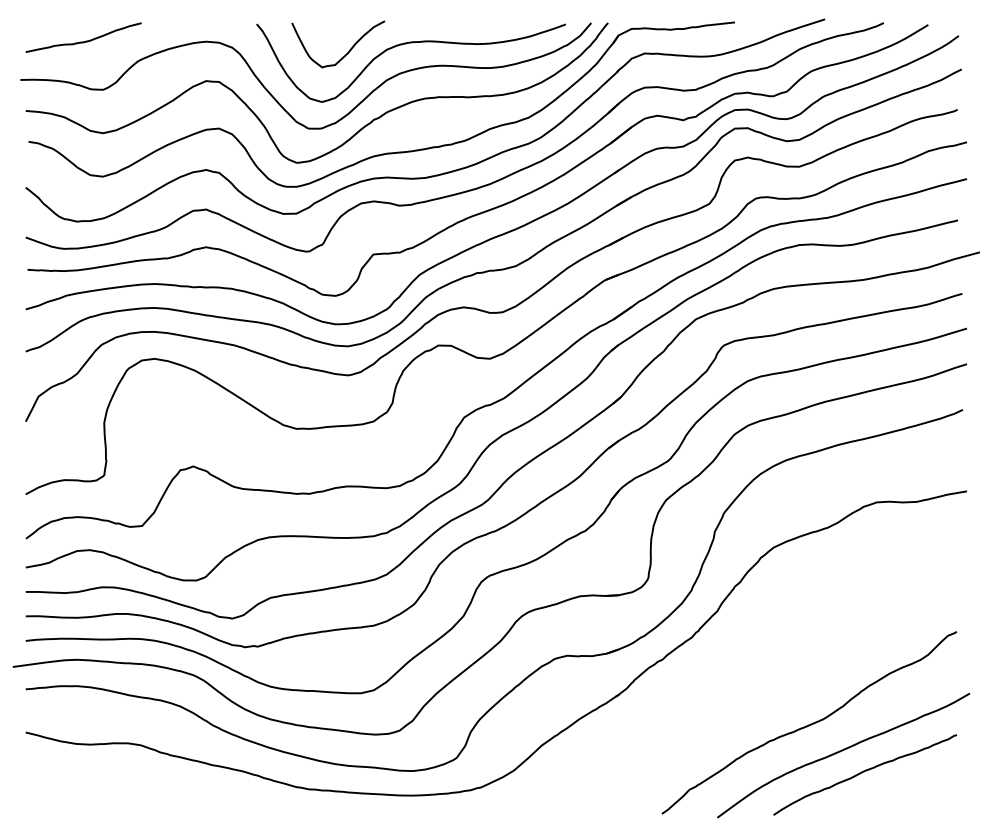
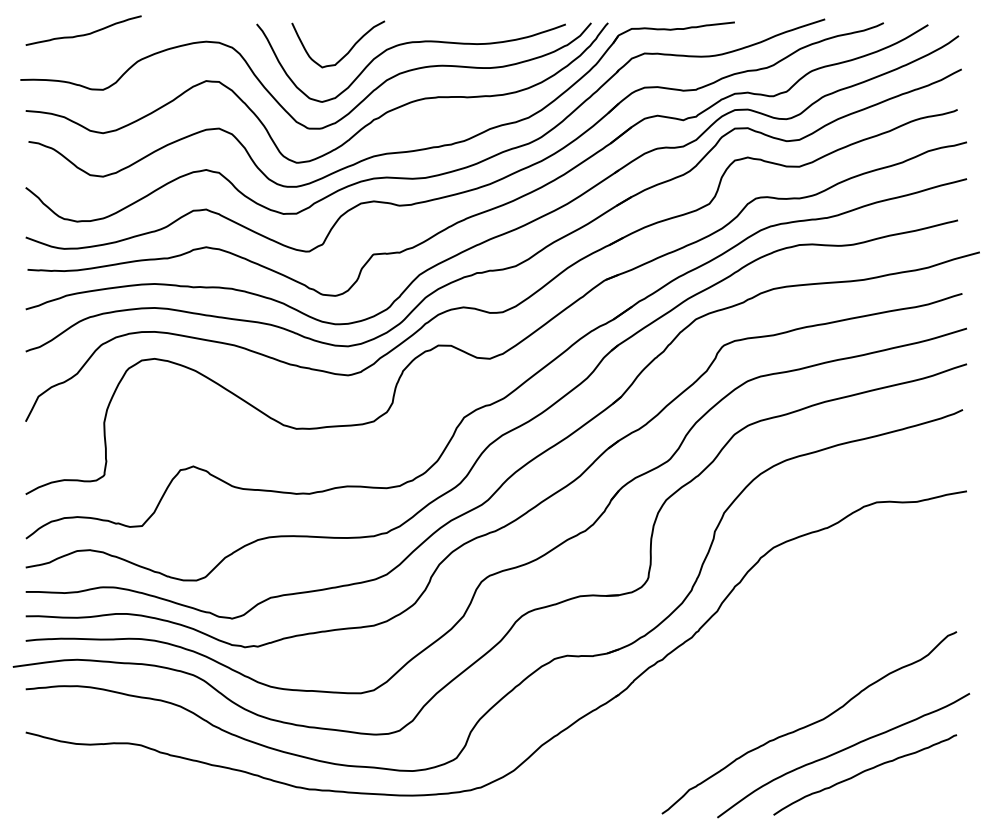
curve at (85, 40) position: (85, 40) -> (85, 33)
